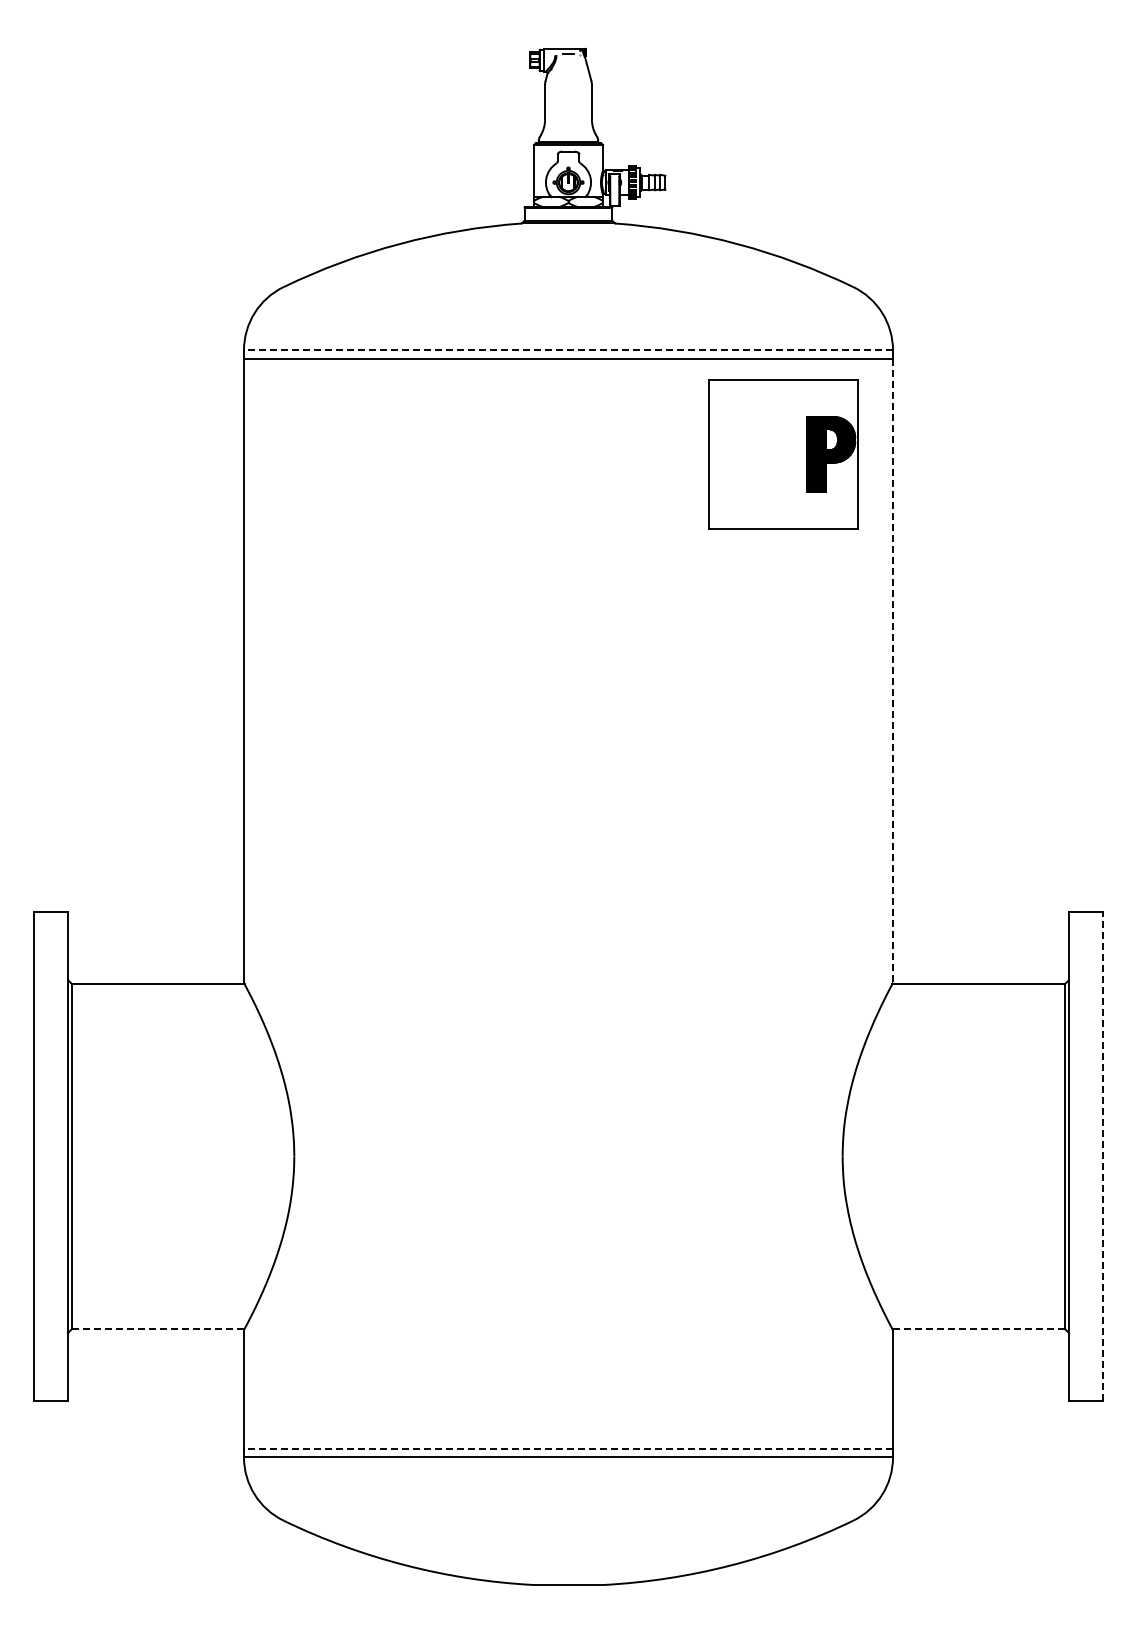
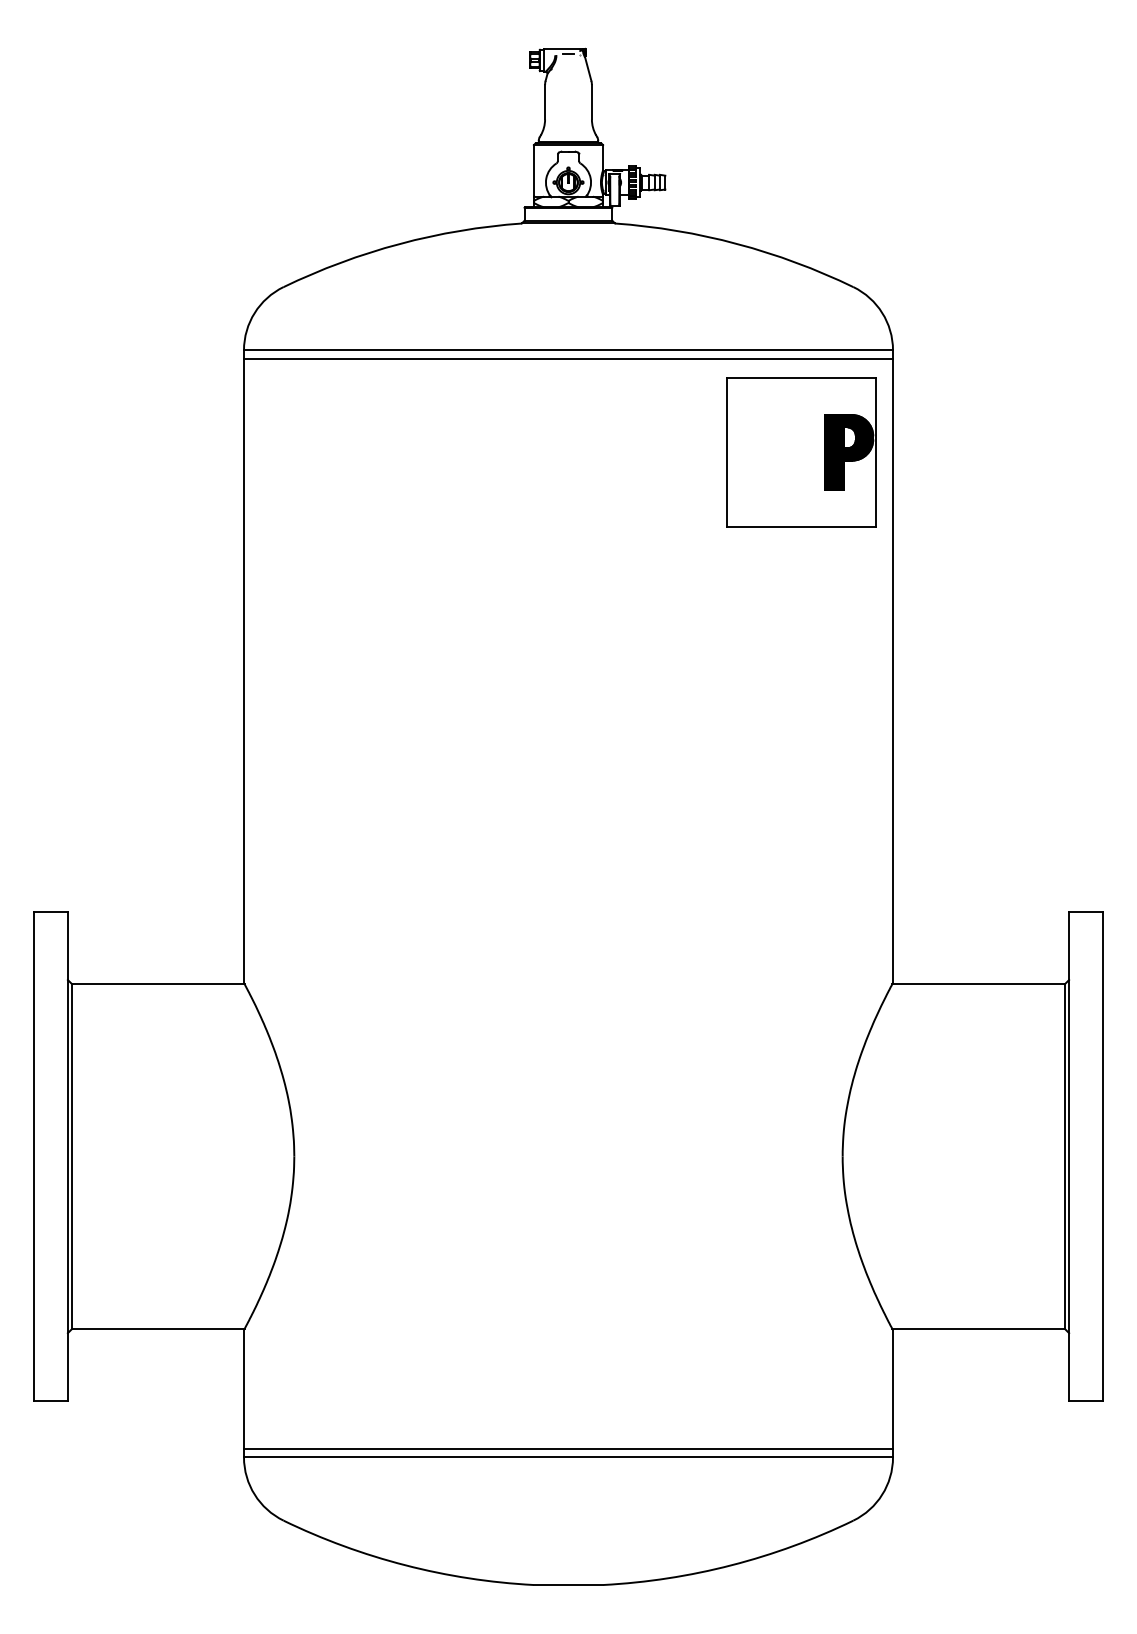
line at (568, 350): dashed -> solid
part at (783, 454) position: (783, 454) -> (801, 452)
line at (893, 671): dashed -> solid
line at (1103, 1156): dashed -> solid
line at (158, 1328): dashed -> solid
line at (978, 1328): dashed -> solid
line at (568, 1449): dashed -> solid
